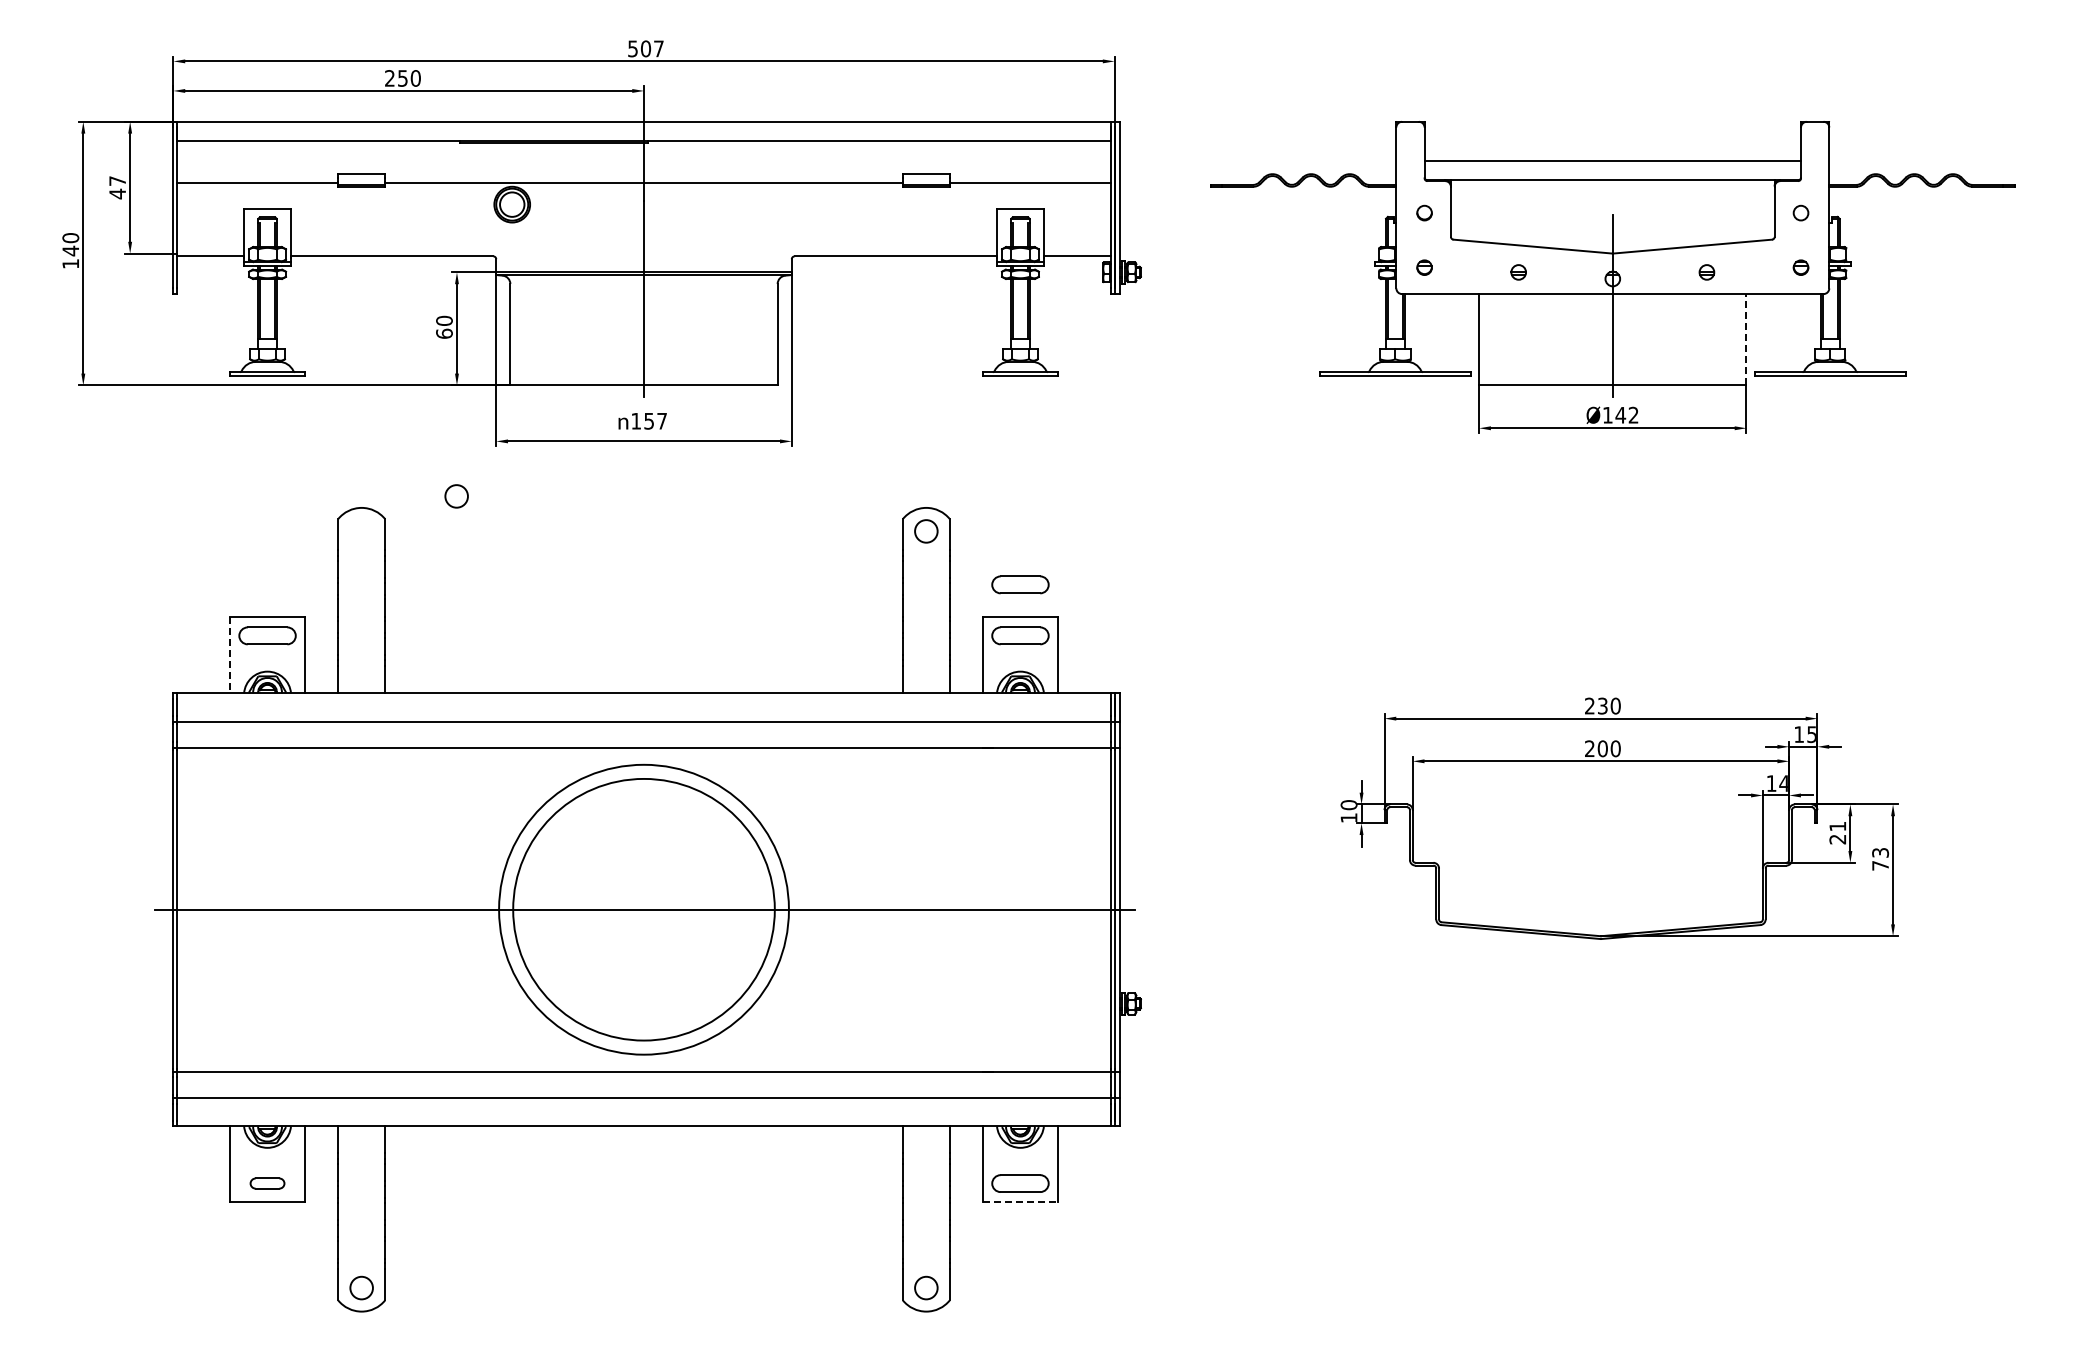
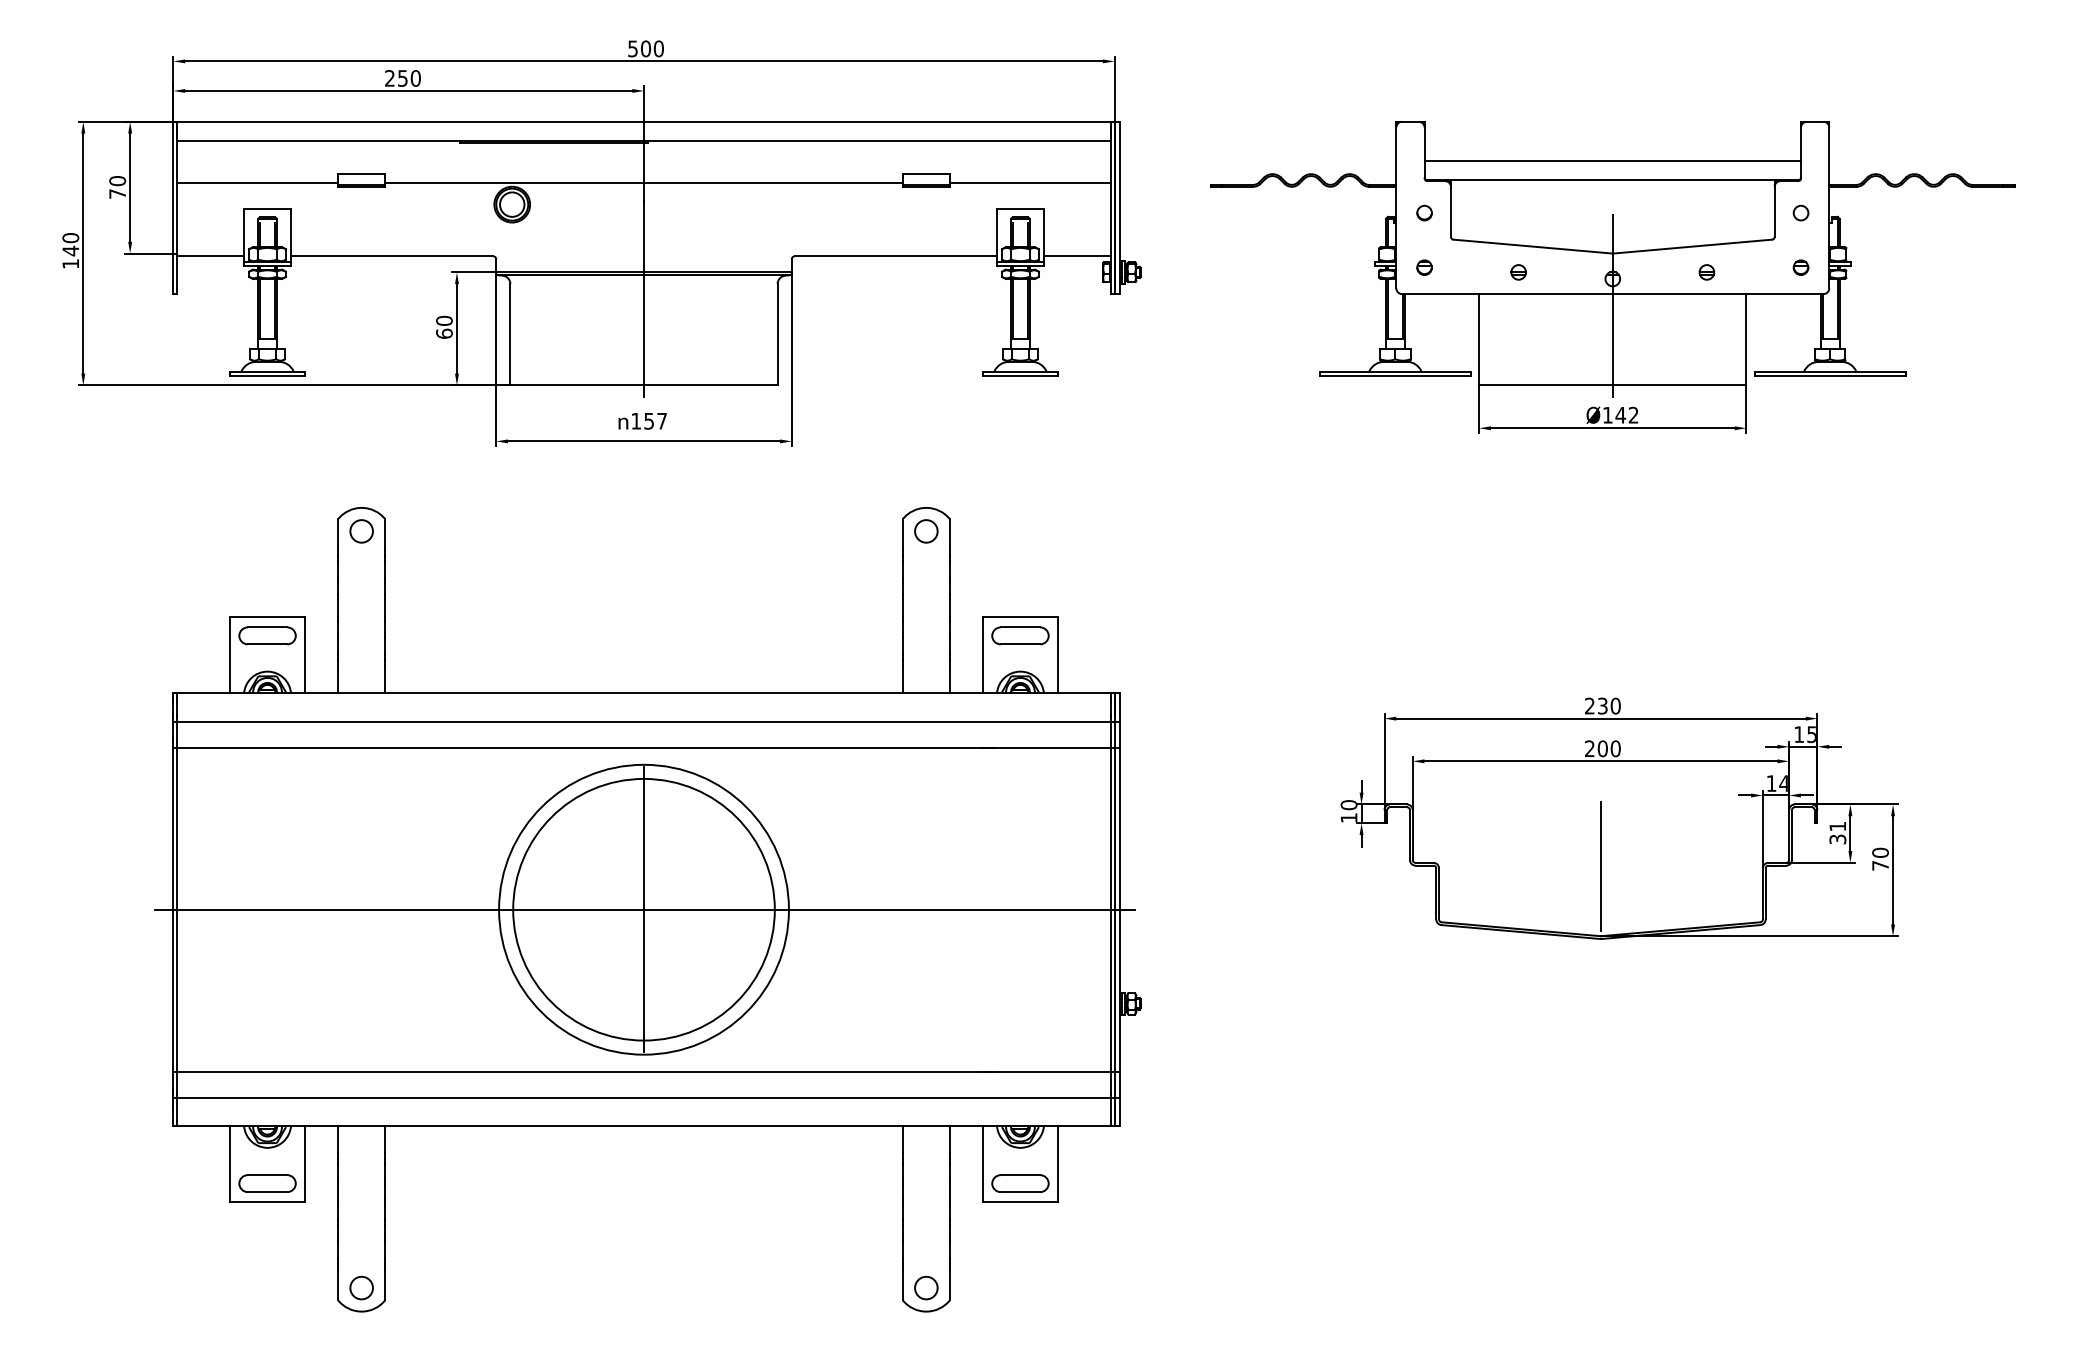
text at (658, 48): 507 -> 500
text at (117, 187): 47 -> 70
line at (1746, 339): dashed -> solid
circle at (456, 496) position: (456, 496) -> (361, 531)
part at (1020, 584): present -> none
line at (229, 655): dashed -> solid
text at (1837, 839): 21 -> 31
text at (1880, 852): 73 -> 70
line at (1600, 866): none -> present
line at (644, 909): none -> present
part at (267, 1183) size: 37x13 px -> 59x19 px
line at (1020, 1202): dashed -> solid
